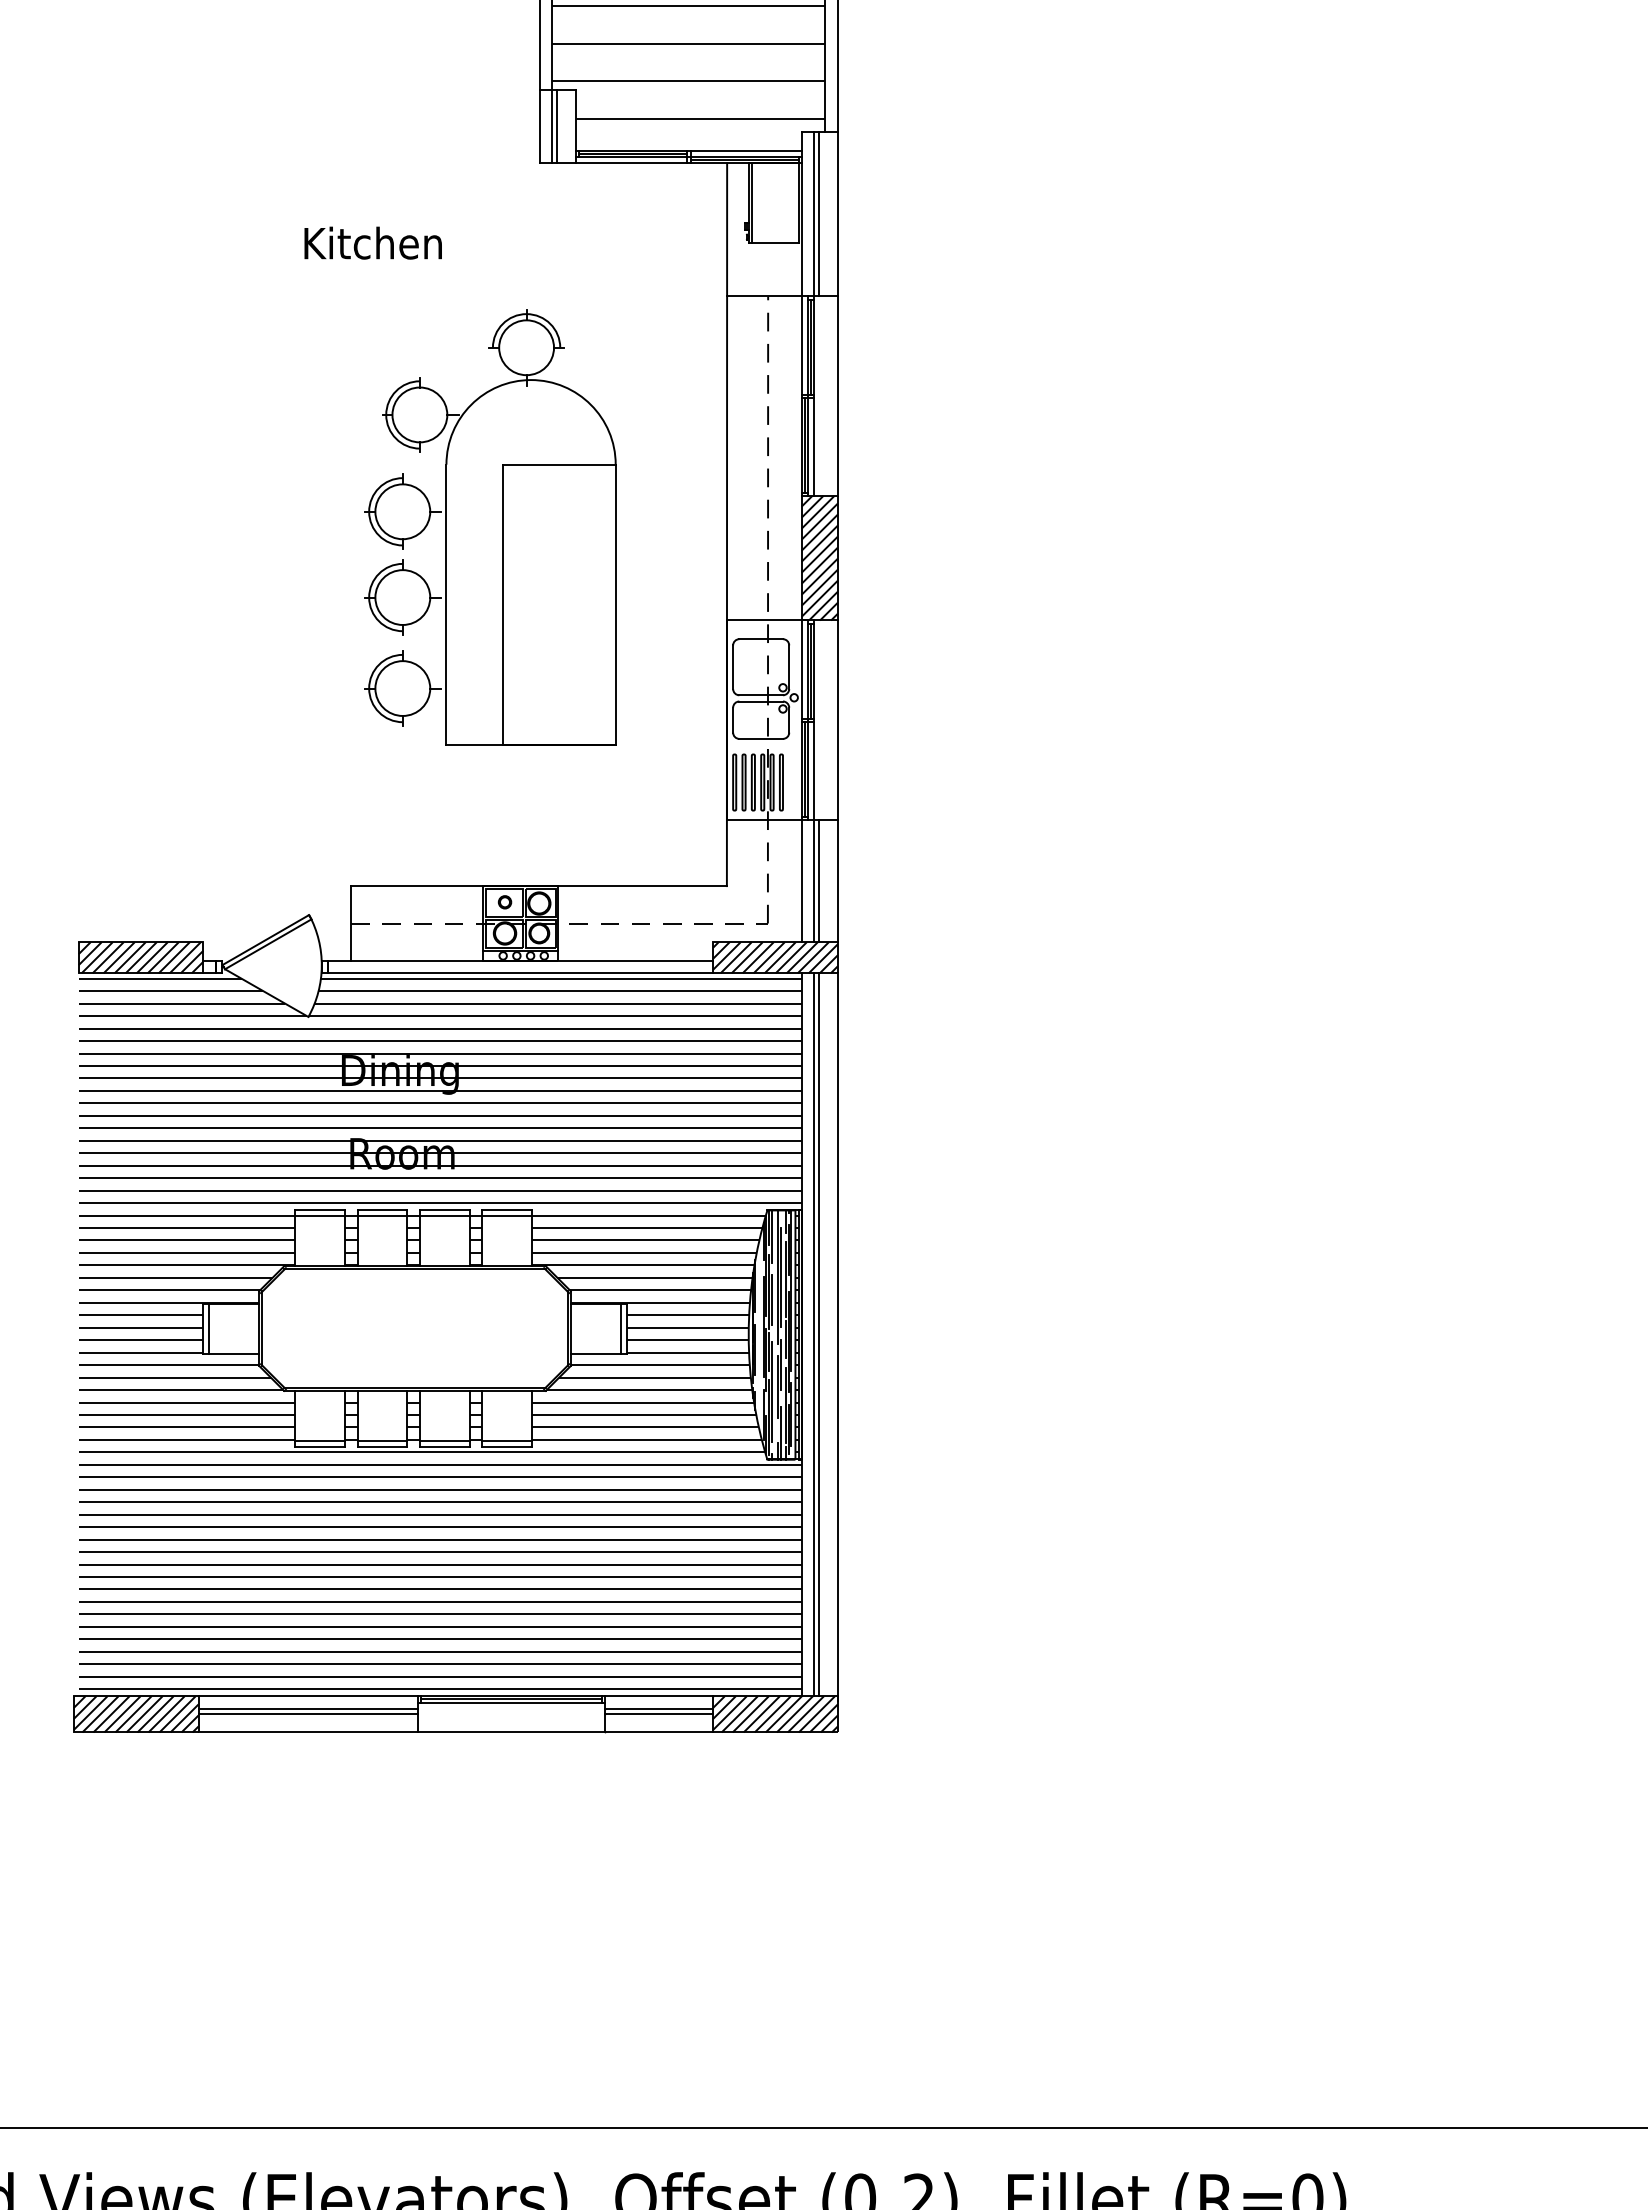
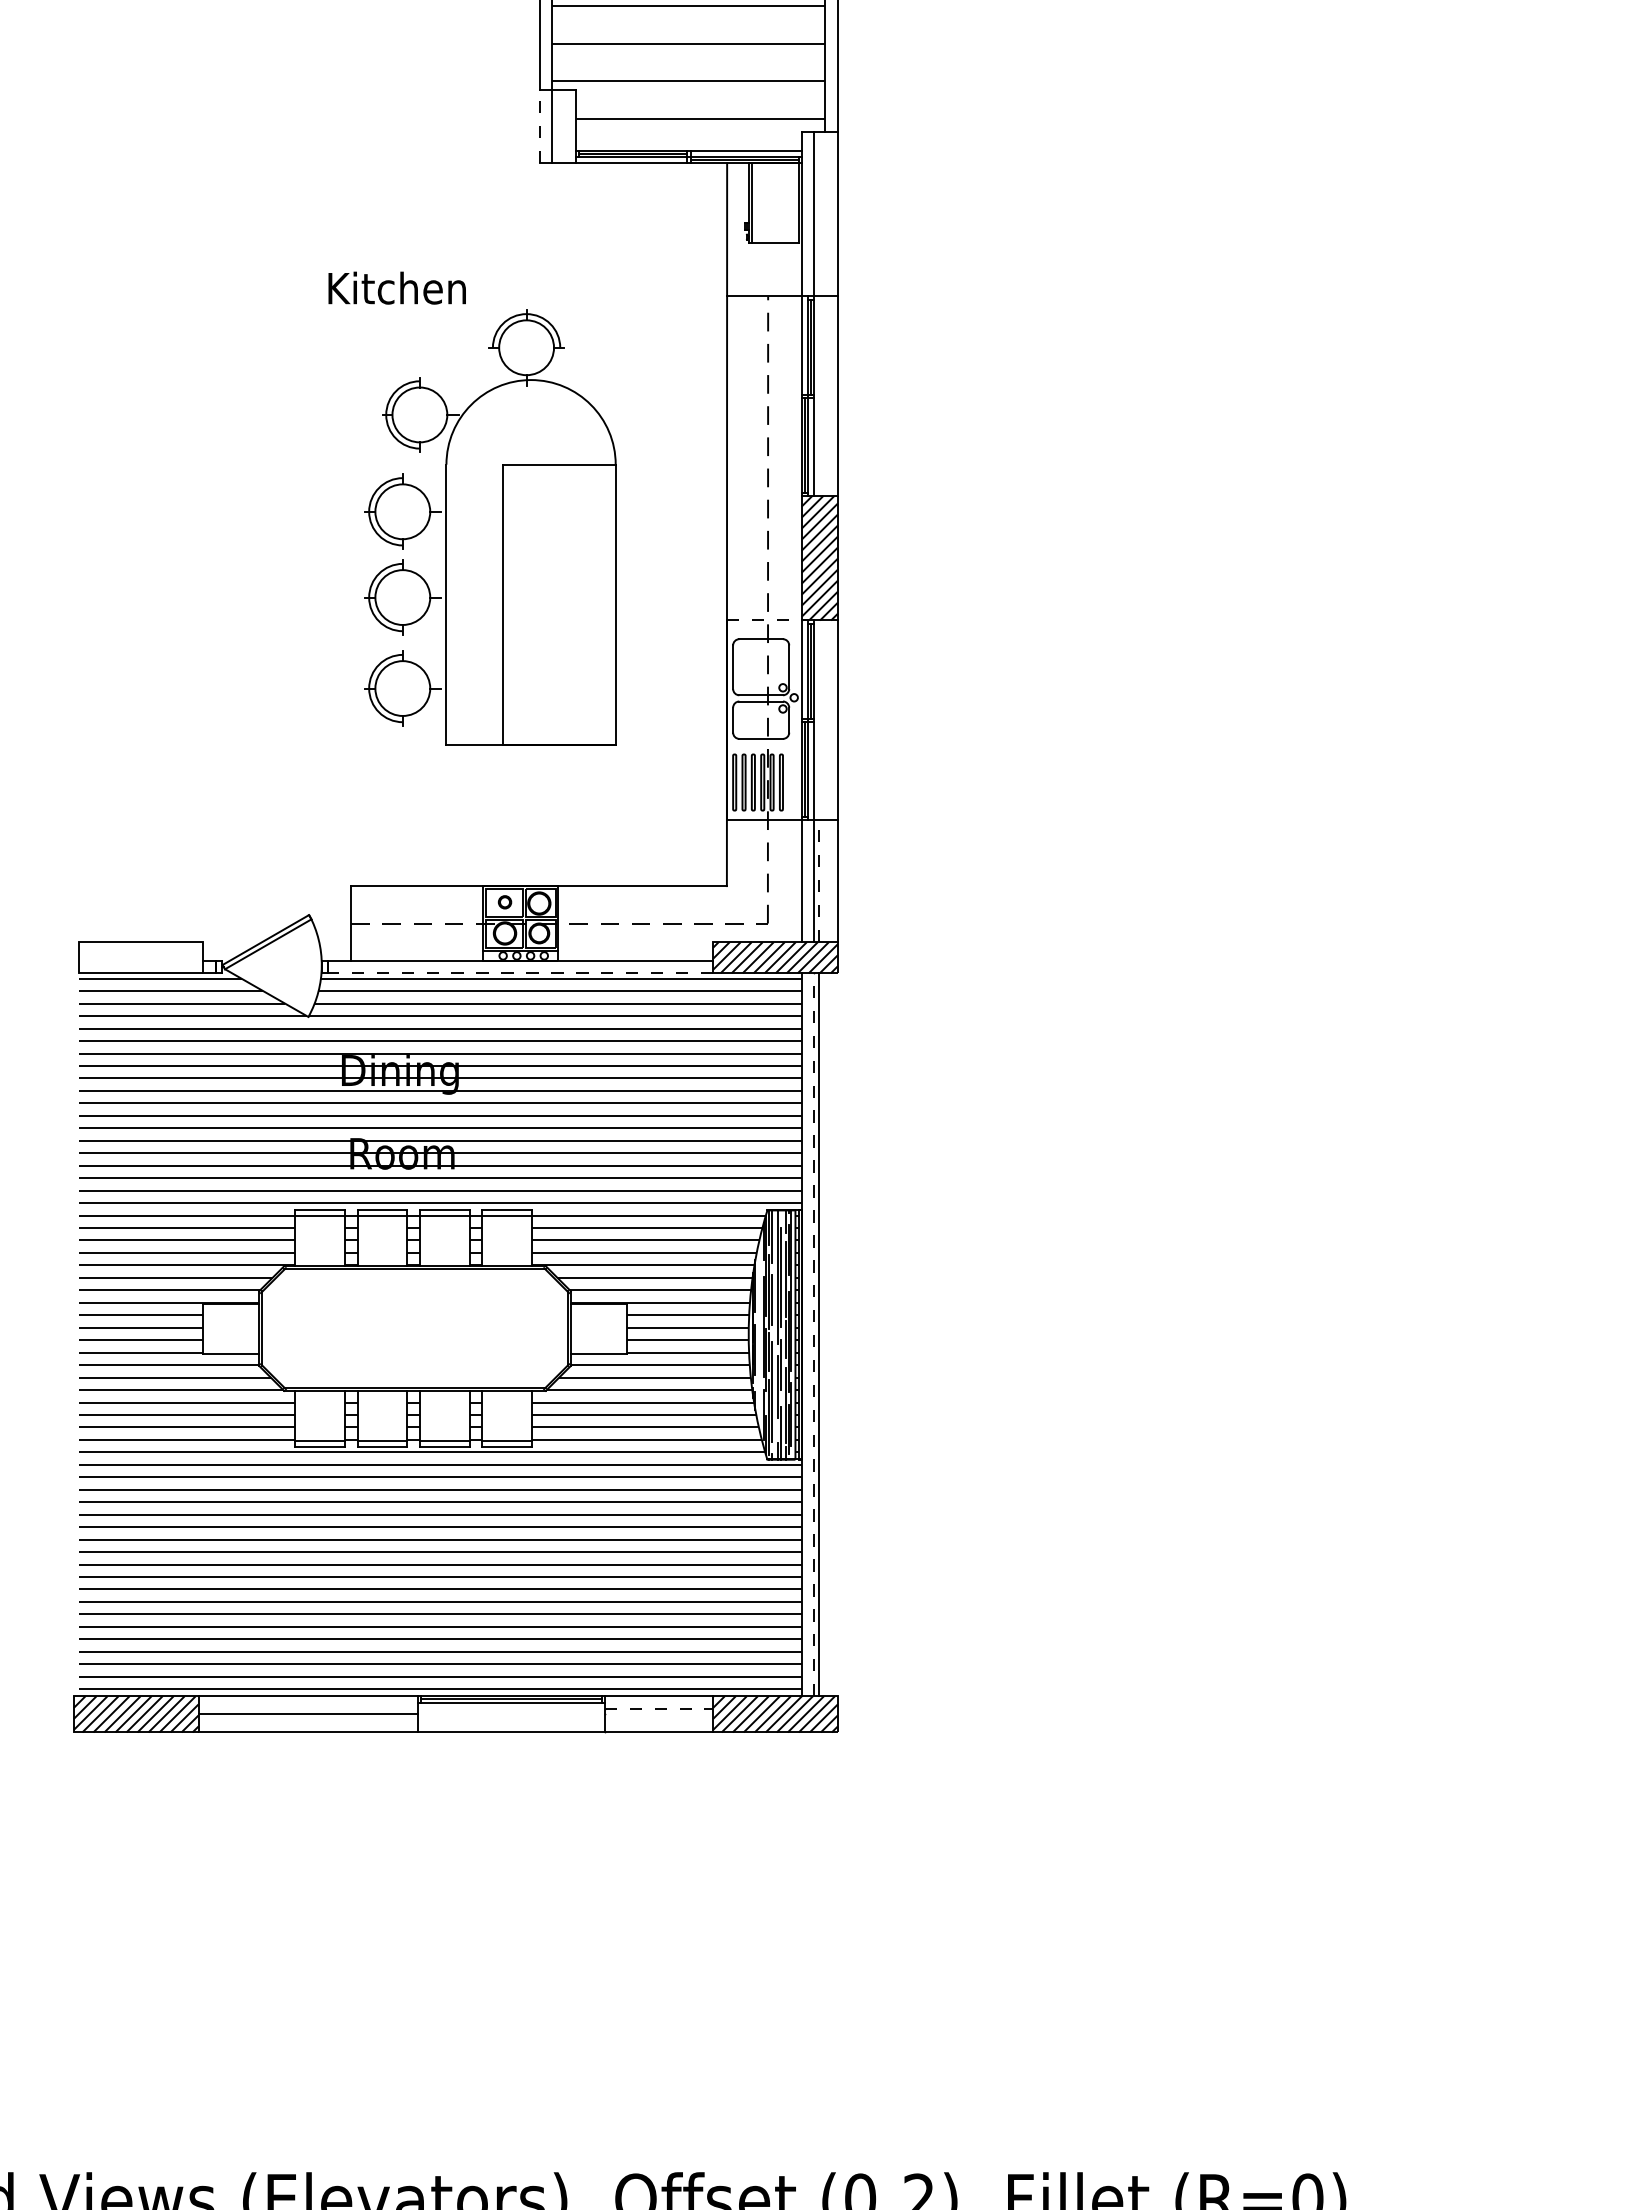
line at (539, 126): solid -> dashed
line at (557, 126): present -> none
line at (819, 214): present -> none
text at (372, 242) position: (372, 242) -> (396, 287)
line at (764, 620): solid -> dashed
line at (819, 880): solid -> dashed
hatch at (140, 957): present -> none
line at (520, 973): solid -> dashed
line at (209, 1329): present -> none
line at (620, 1329): present -> none
line at (814, 1334): solid -> dashed
line at (837, 1337): present -> none
line at (307, 1708): present -> none
line at (659, 1708): solid -> dashed
line at (658, 1713): present -> none
line at (823, 2127): present -> none
